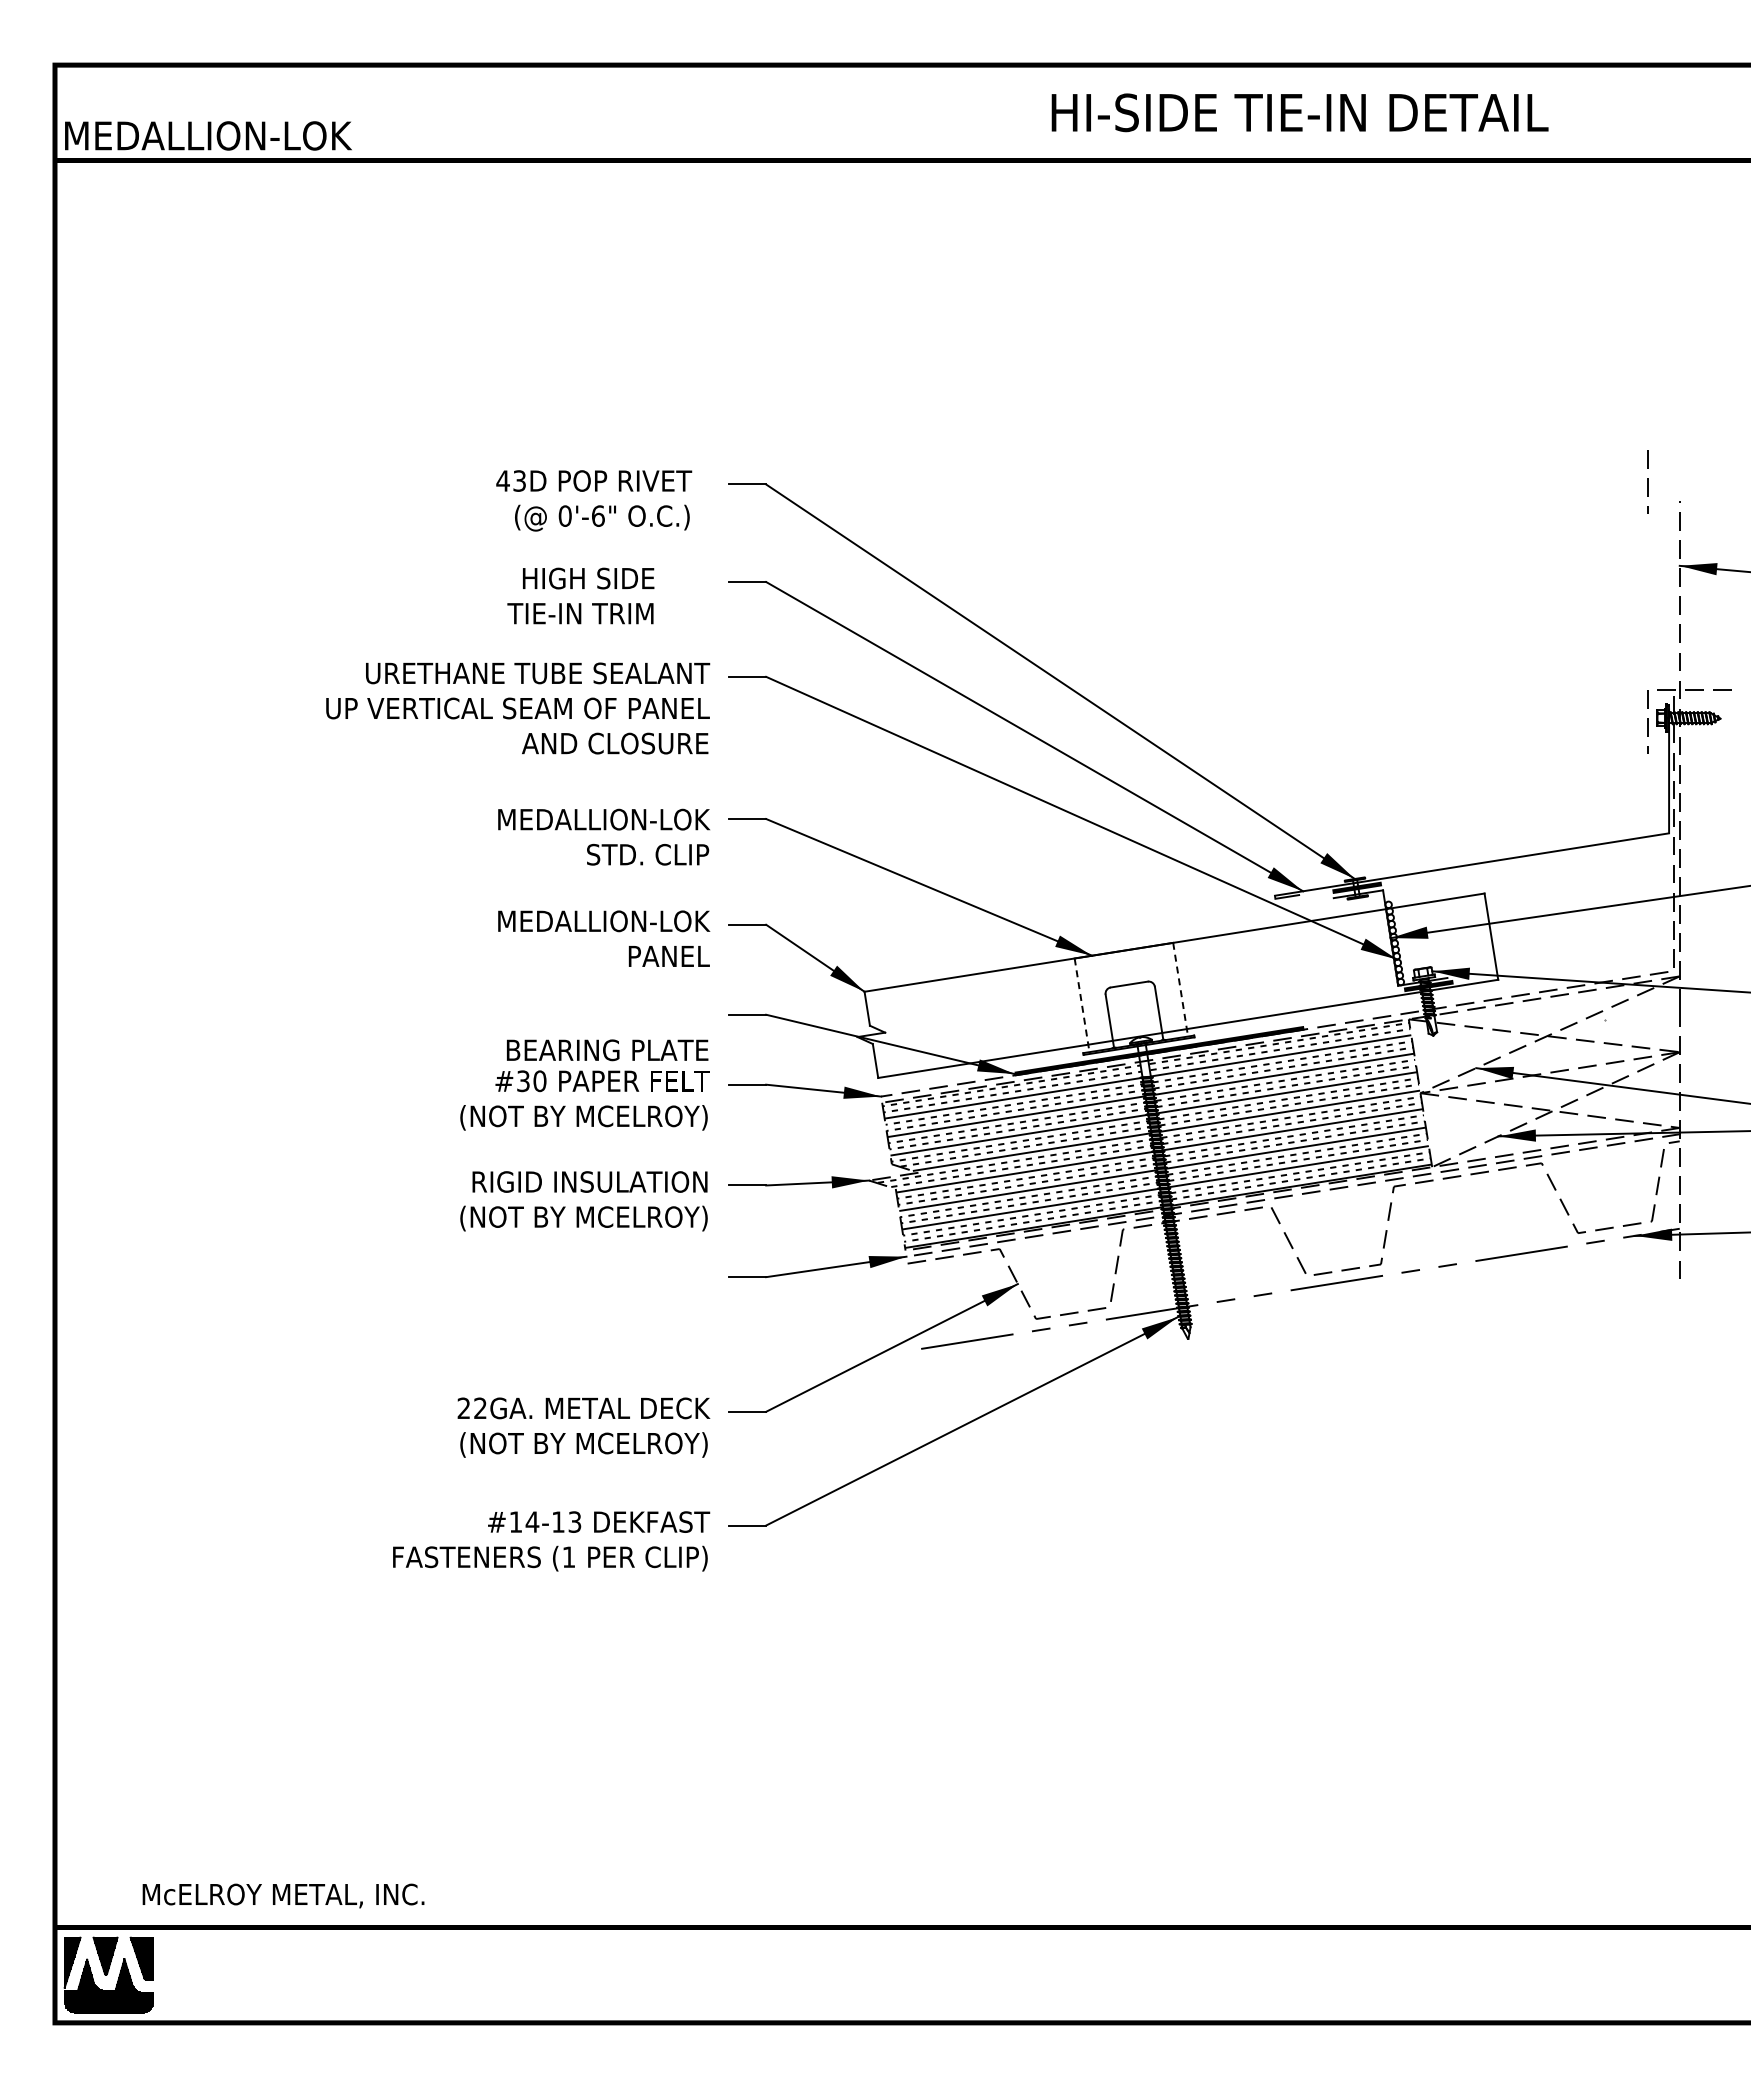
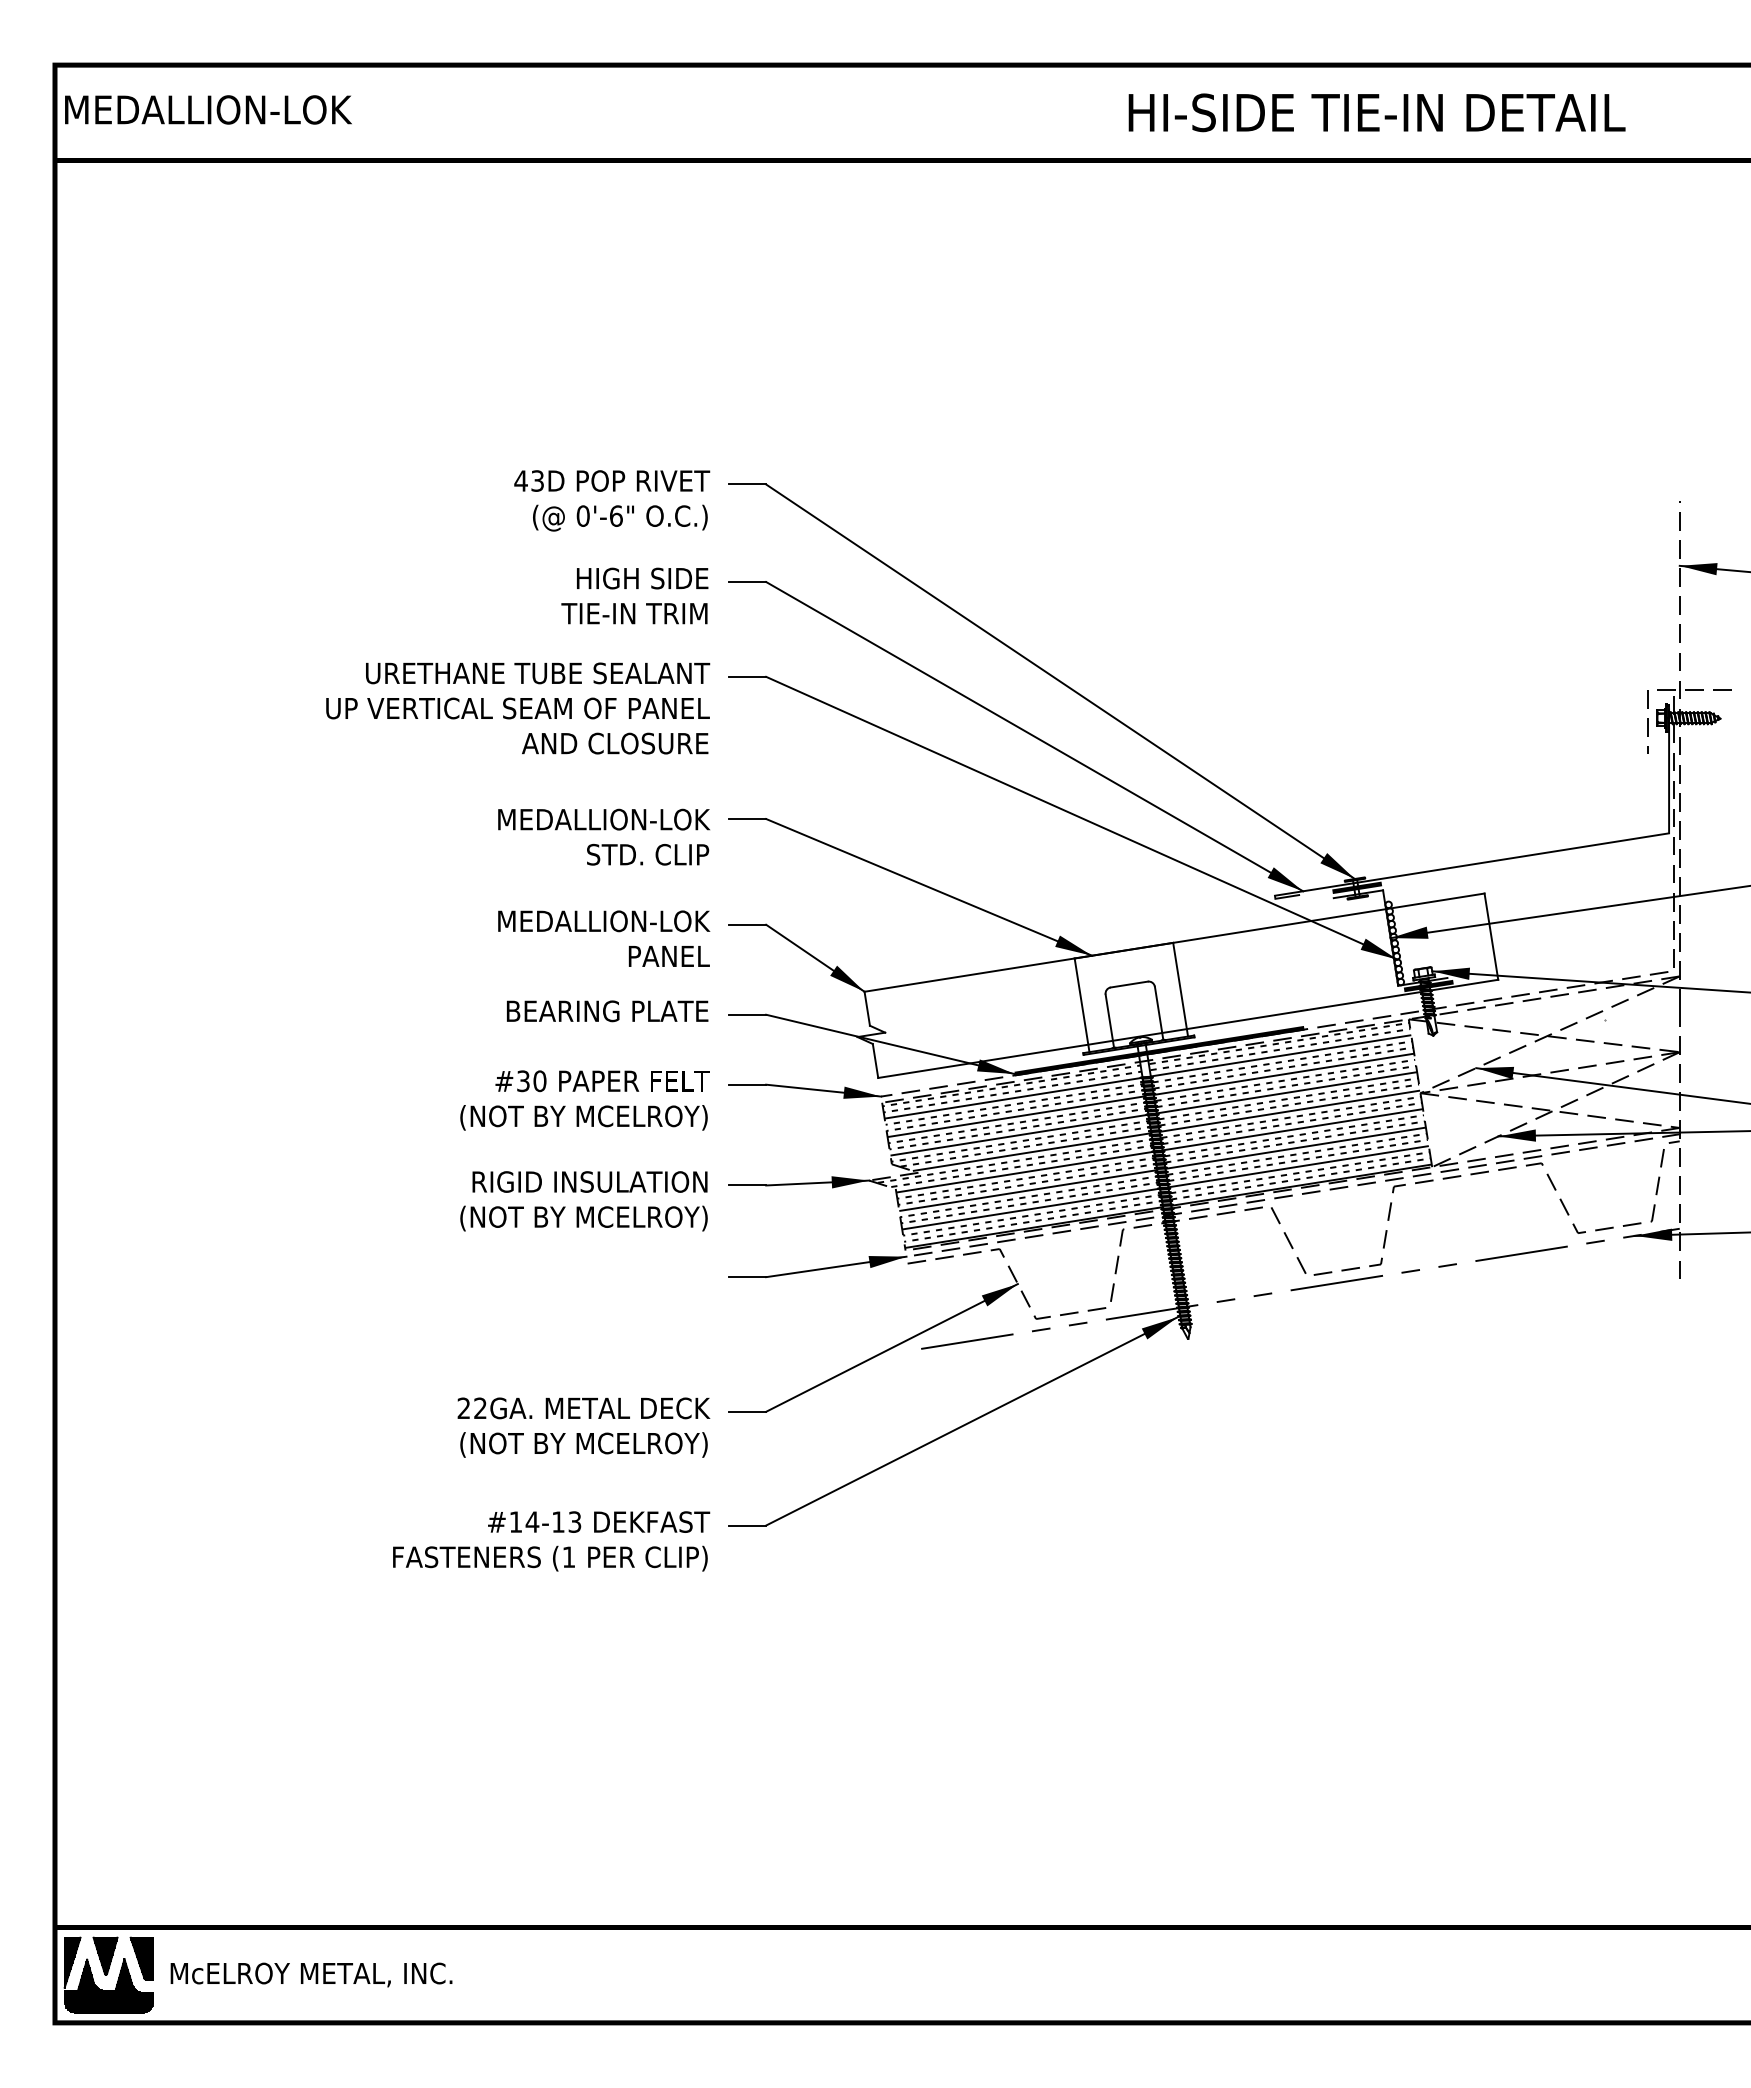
text at (1299, 112) position: (1299, 112) -> (1376, 112)
text at (208, 135) position: (208, 135) -> (208, 109)
line at (1647, 481): present -> none
text at (594, 500) position: (594, 500) -> (612, 500)
text at (580, 595) position: (580, 595) -> (634, 595)
line at (1180, 990): dashed -> solid
line at (1082, 1005): dashed -> solid
text at (607, 1050) position: (607, 1050) -> (607, 1011)
text at (283, 1895) position: (283, 1895) -> (311, 1974)
